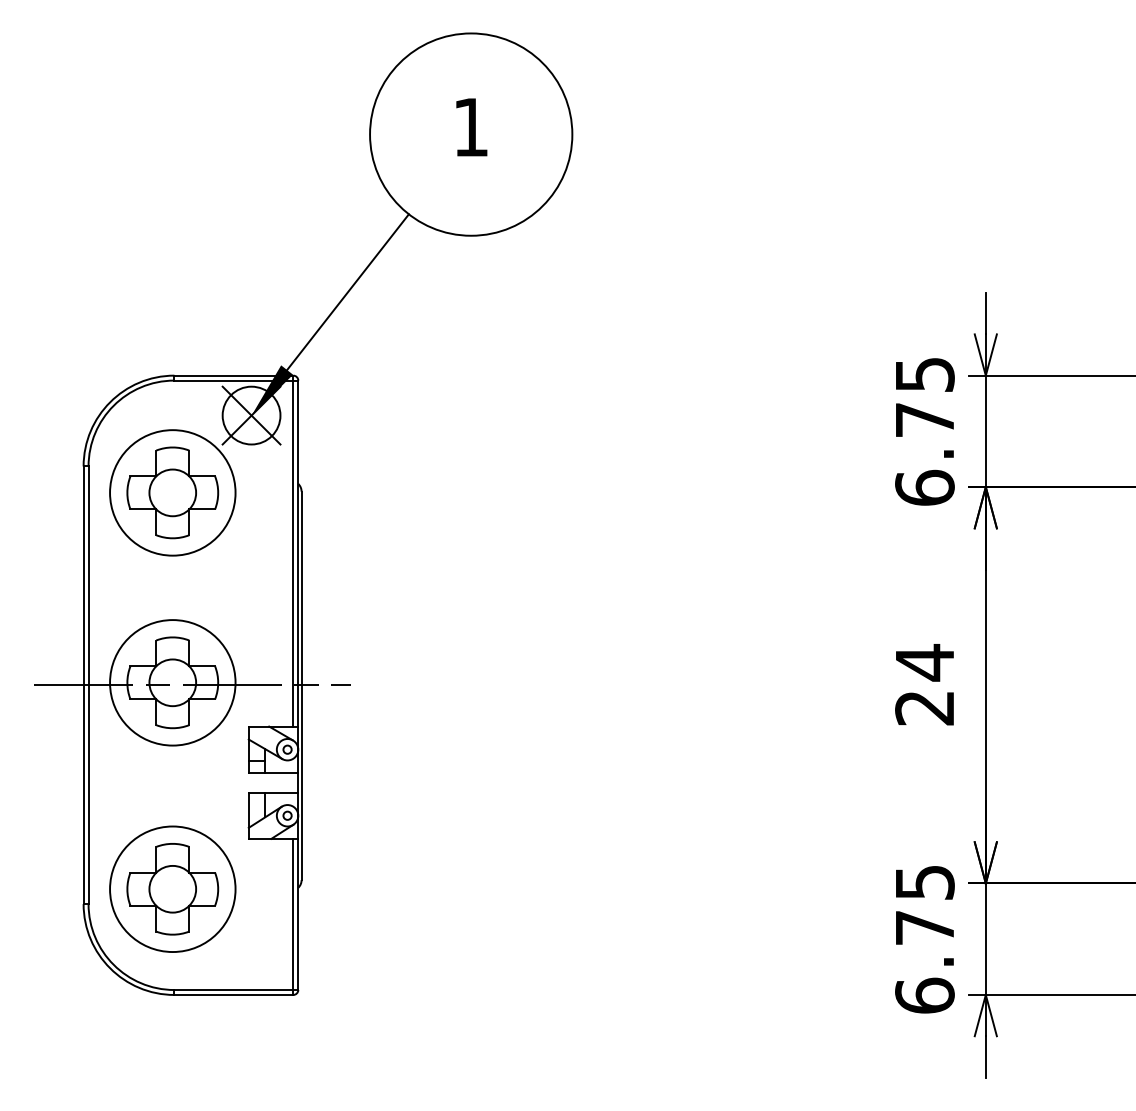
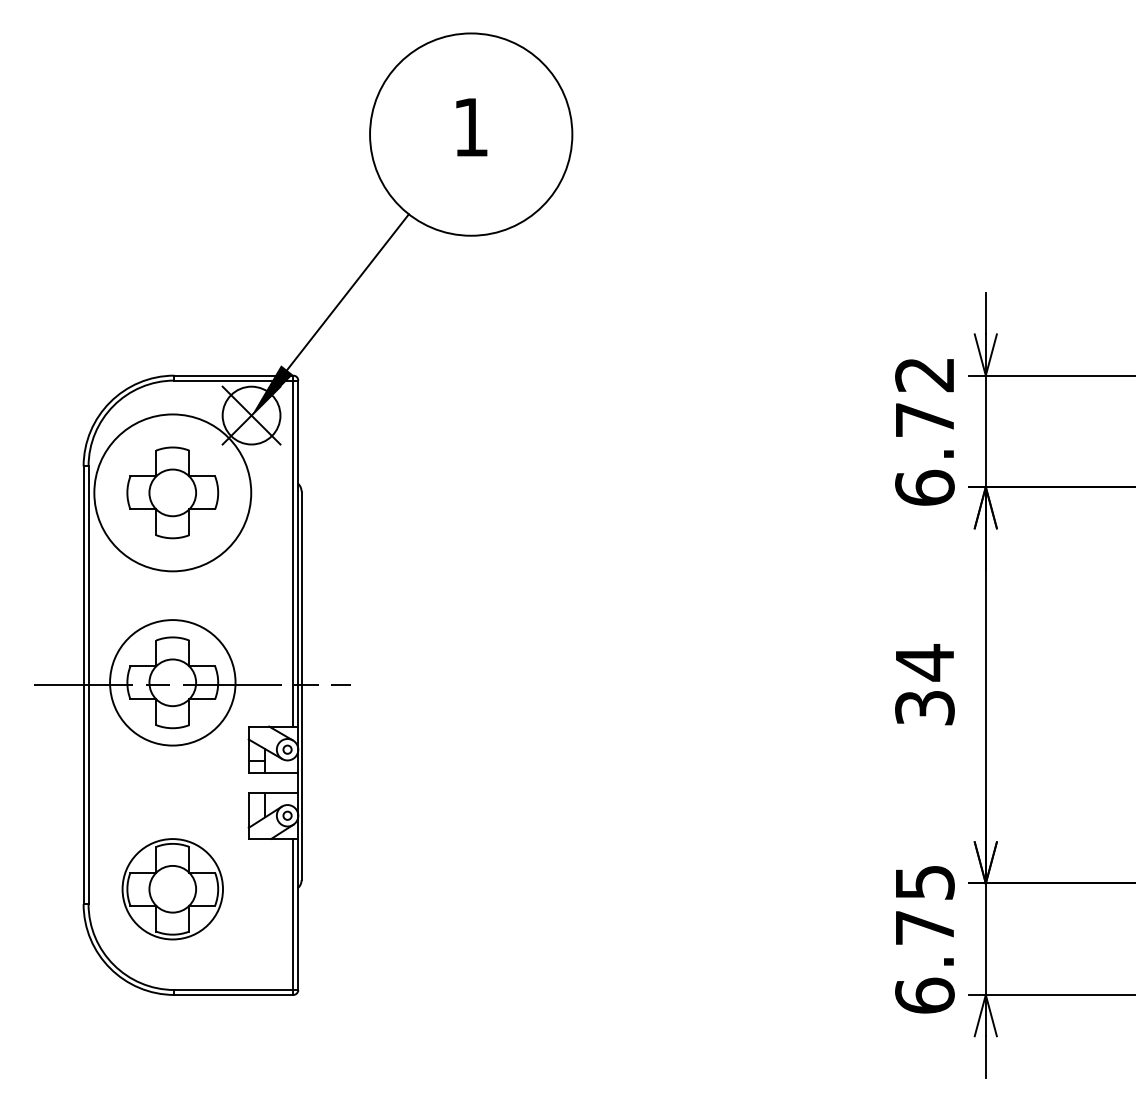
text at (924, 375): 6.75 -> 6.72
circle at (172, 492) diameter: 126 px -> 157 px
text at (924, 708): 24 -> 34
circle at (172, 889) diameter: 126 px -> 100 px
